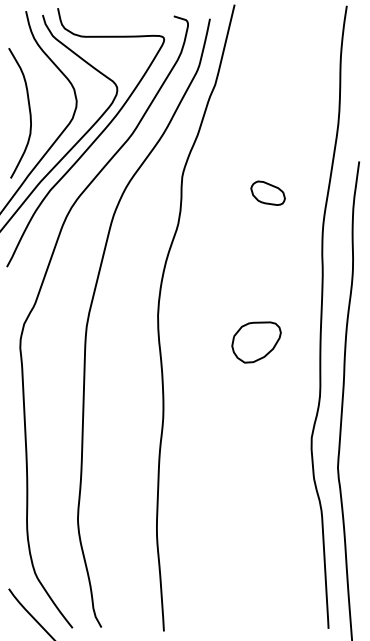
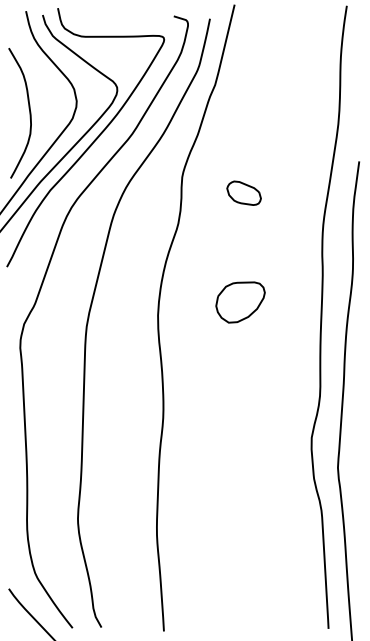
part at (267, 192) position: (267, 192) -> (243, 192)
part at (256, 342) position: (256, 342) -> (240, 302)
